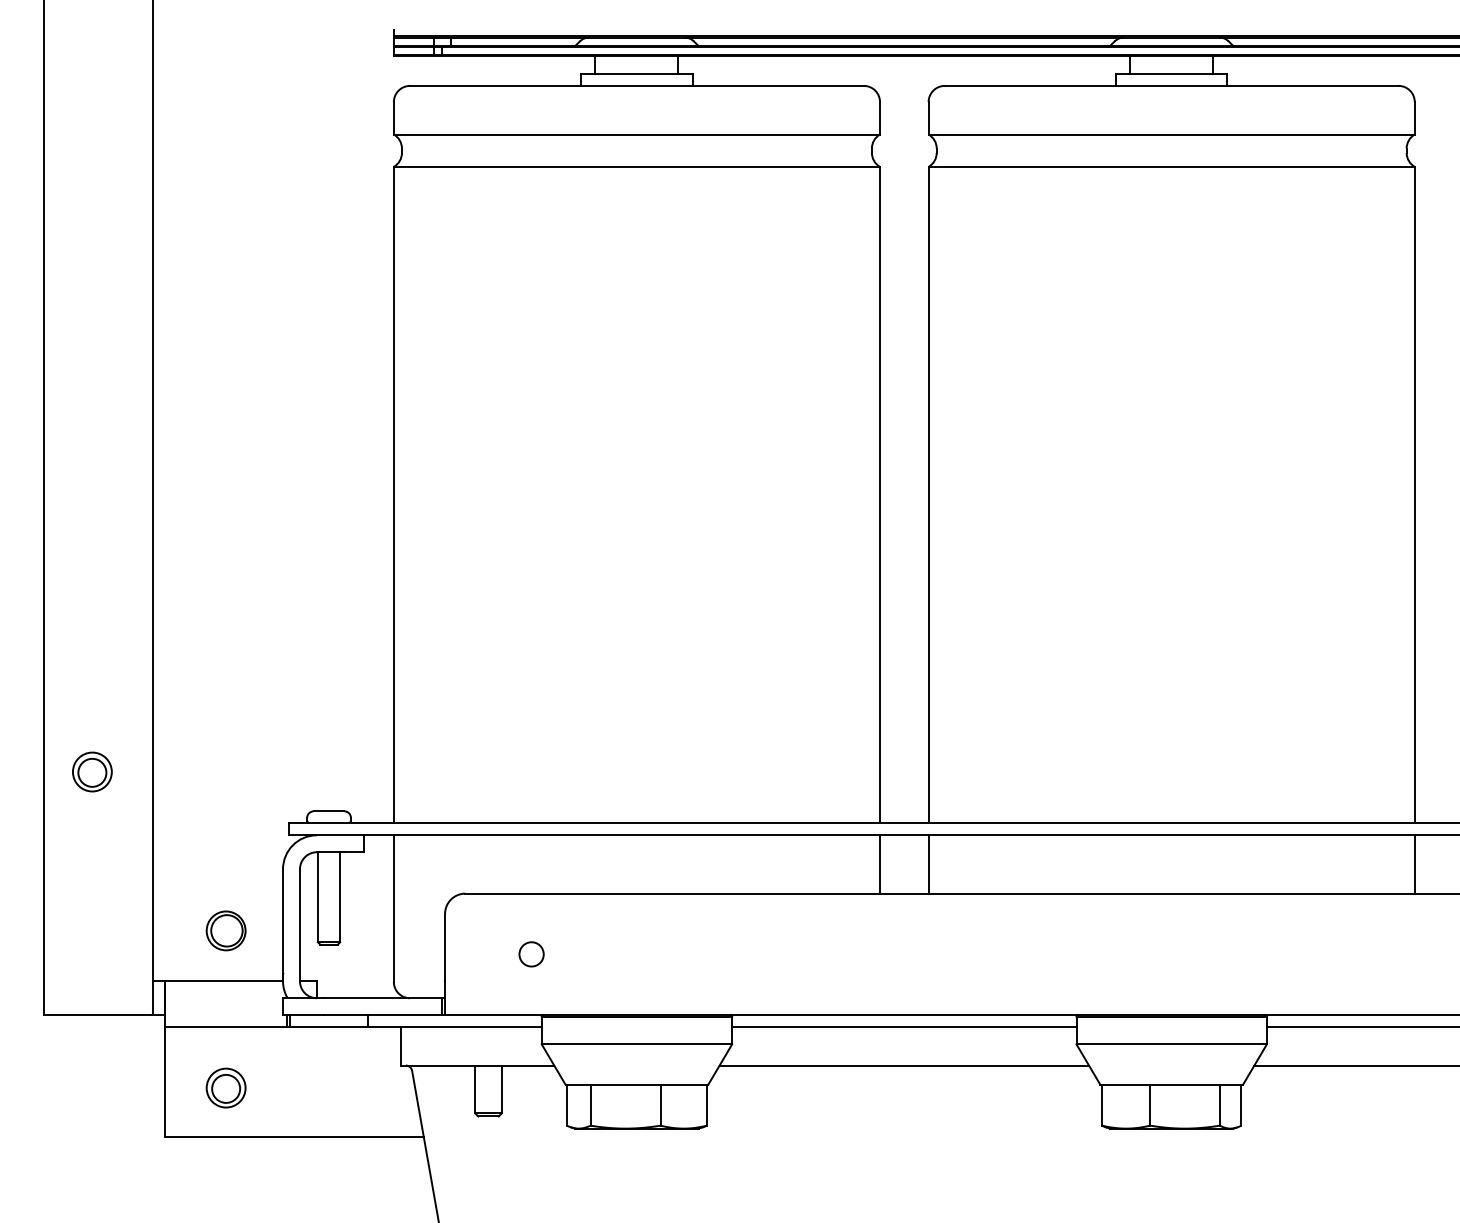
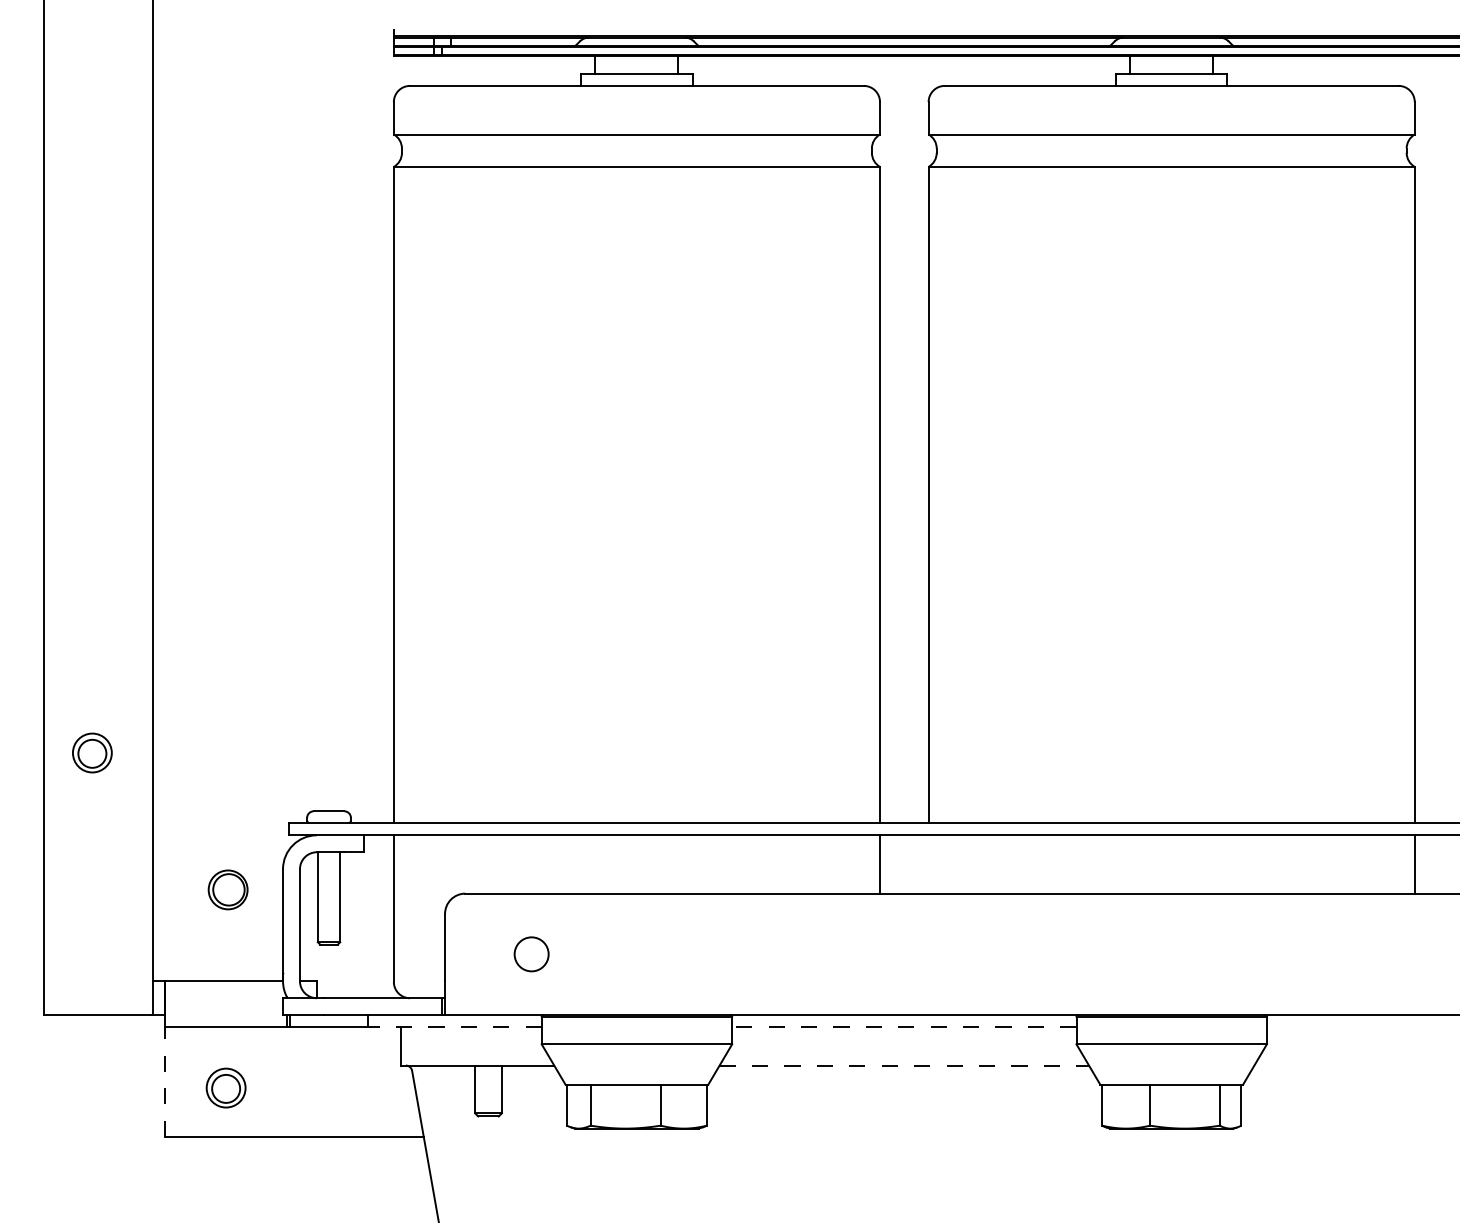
part at (92, 771) position: (92, 771) -> (92, 752)
line at (928, 864): present -> none
part at (225, 930) position: (225, 930) -> (227, 889)
circle at (531, 954) size: 27x27 px -> 37x37 px
line at (454, 1027): solid -> dashed
line at (903, 1027): solid -> dashed
line at (1361, 1027): present -> none
line at (904, 1065): solid -> dashed
line at (1355, 1065): present -> none
line at (165, 1082): solid -> dashed
